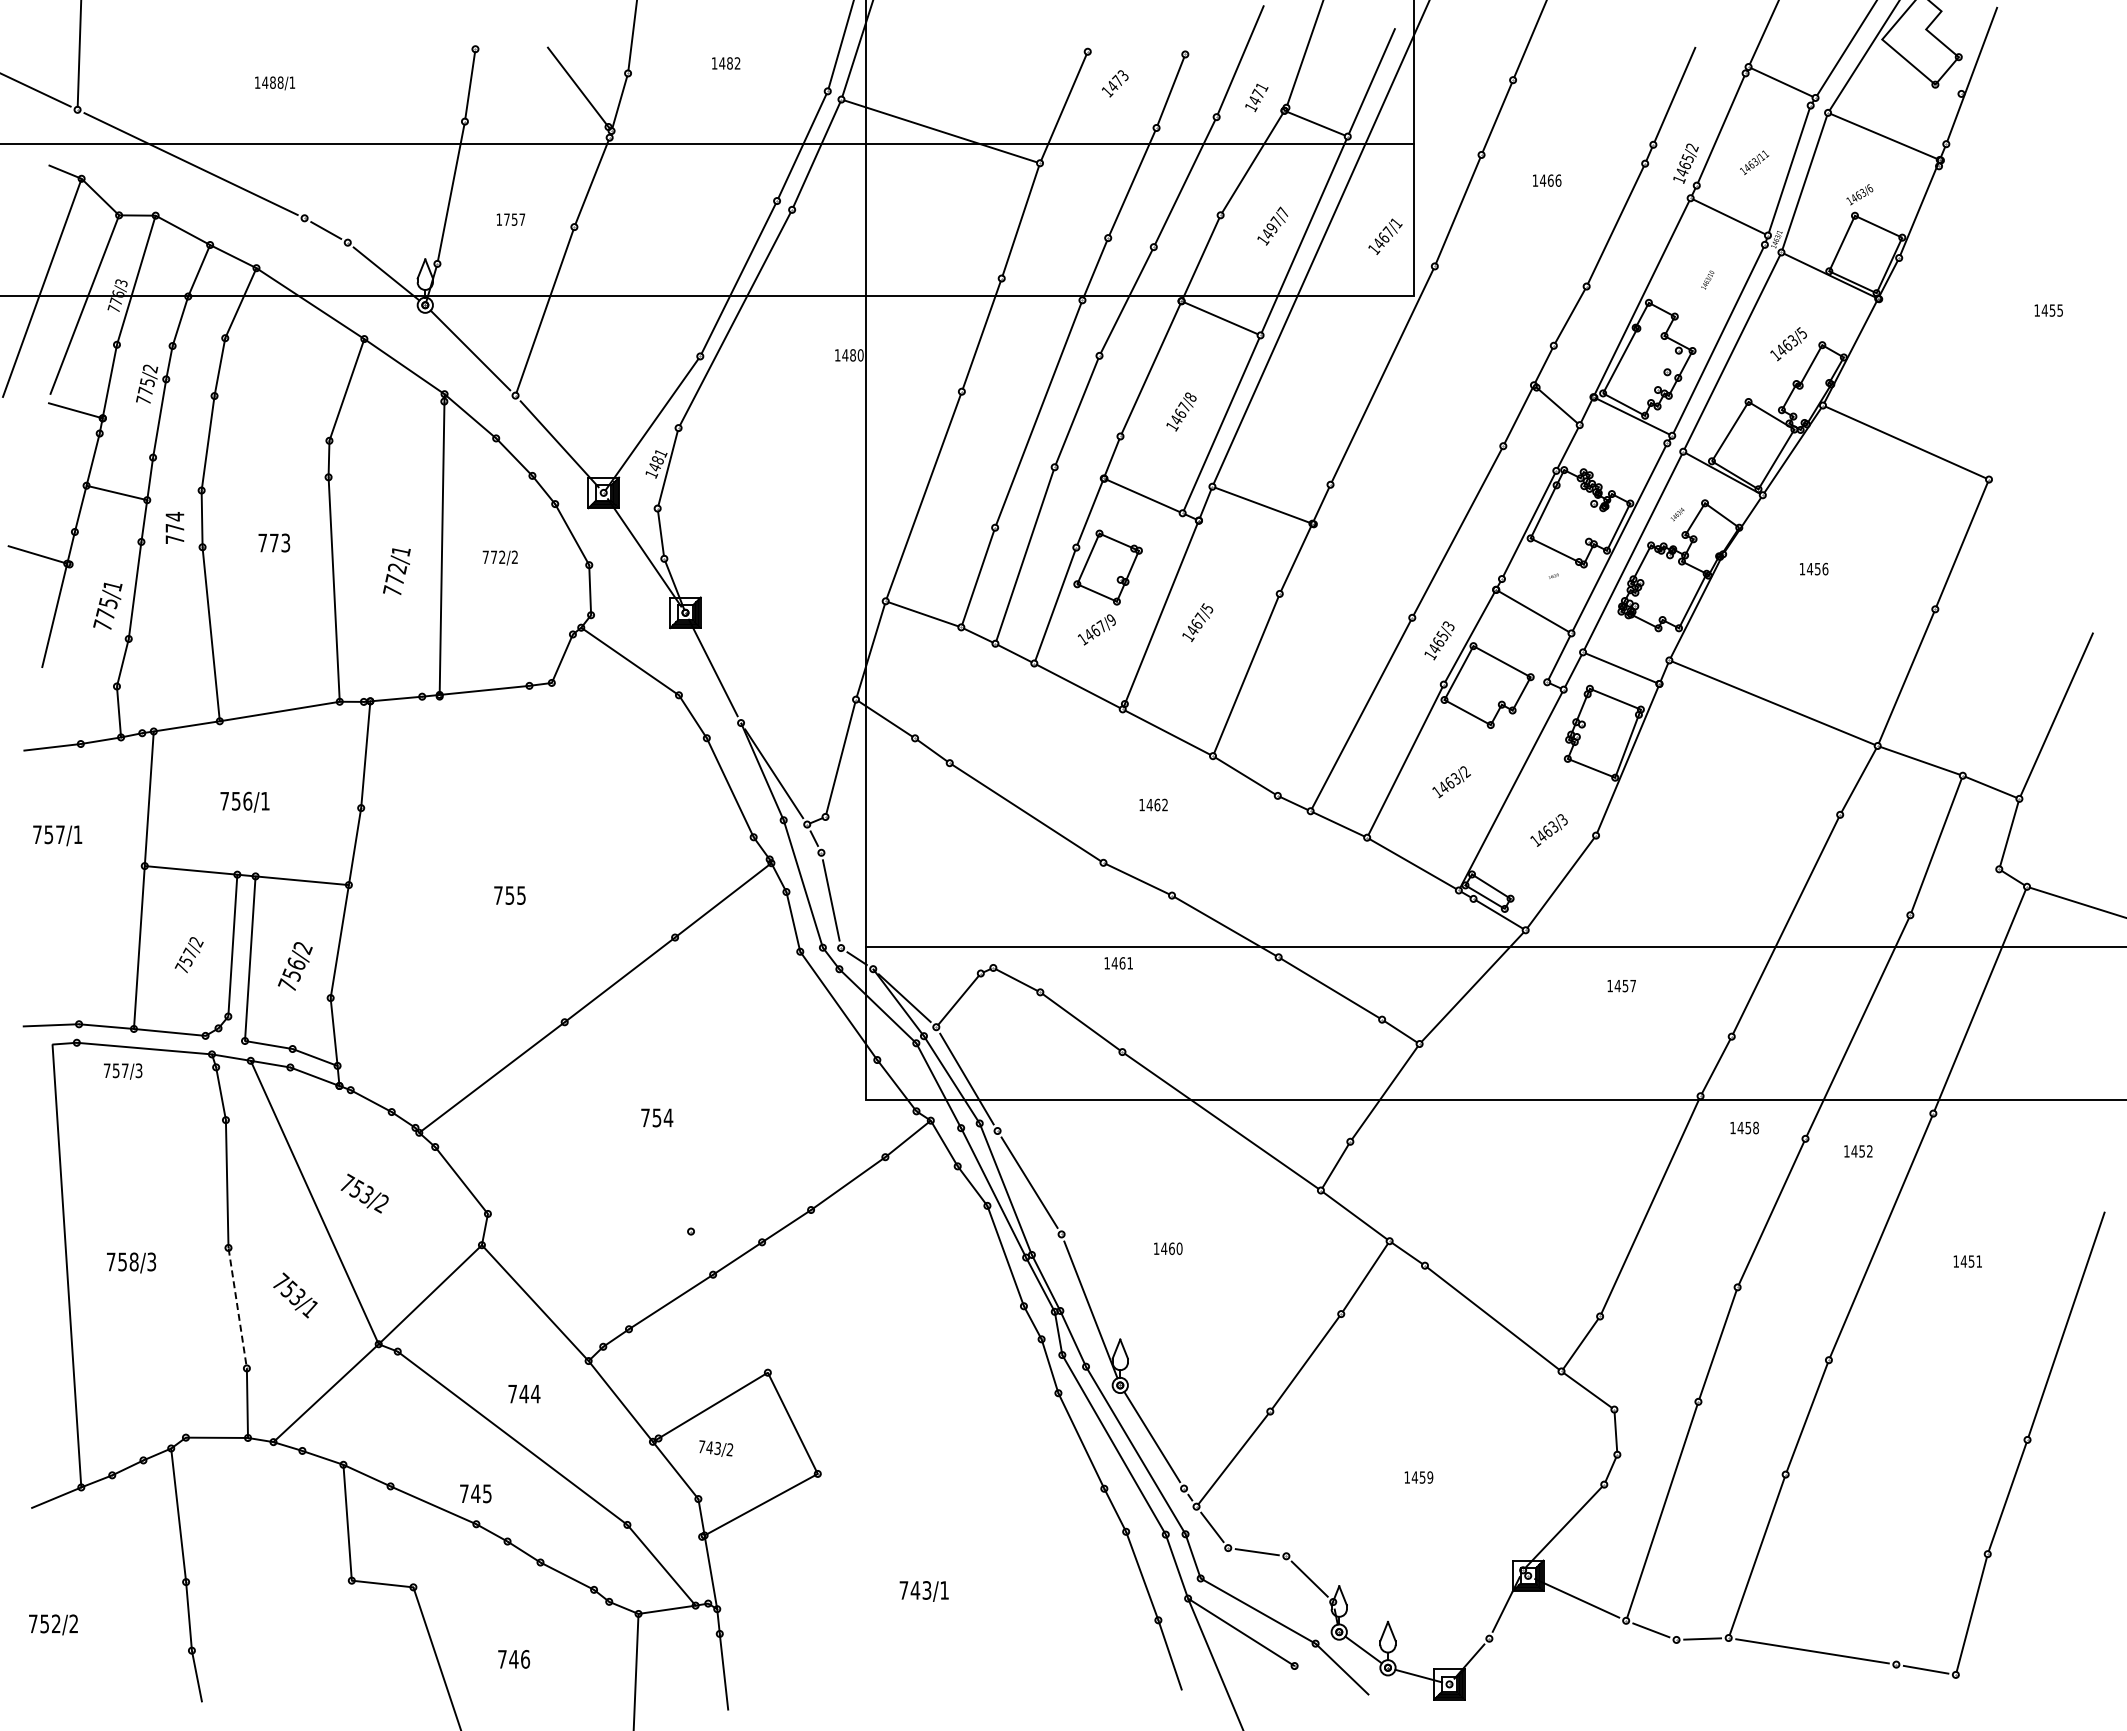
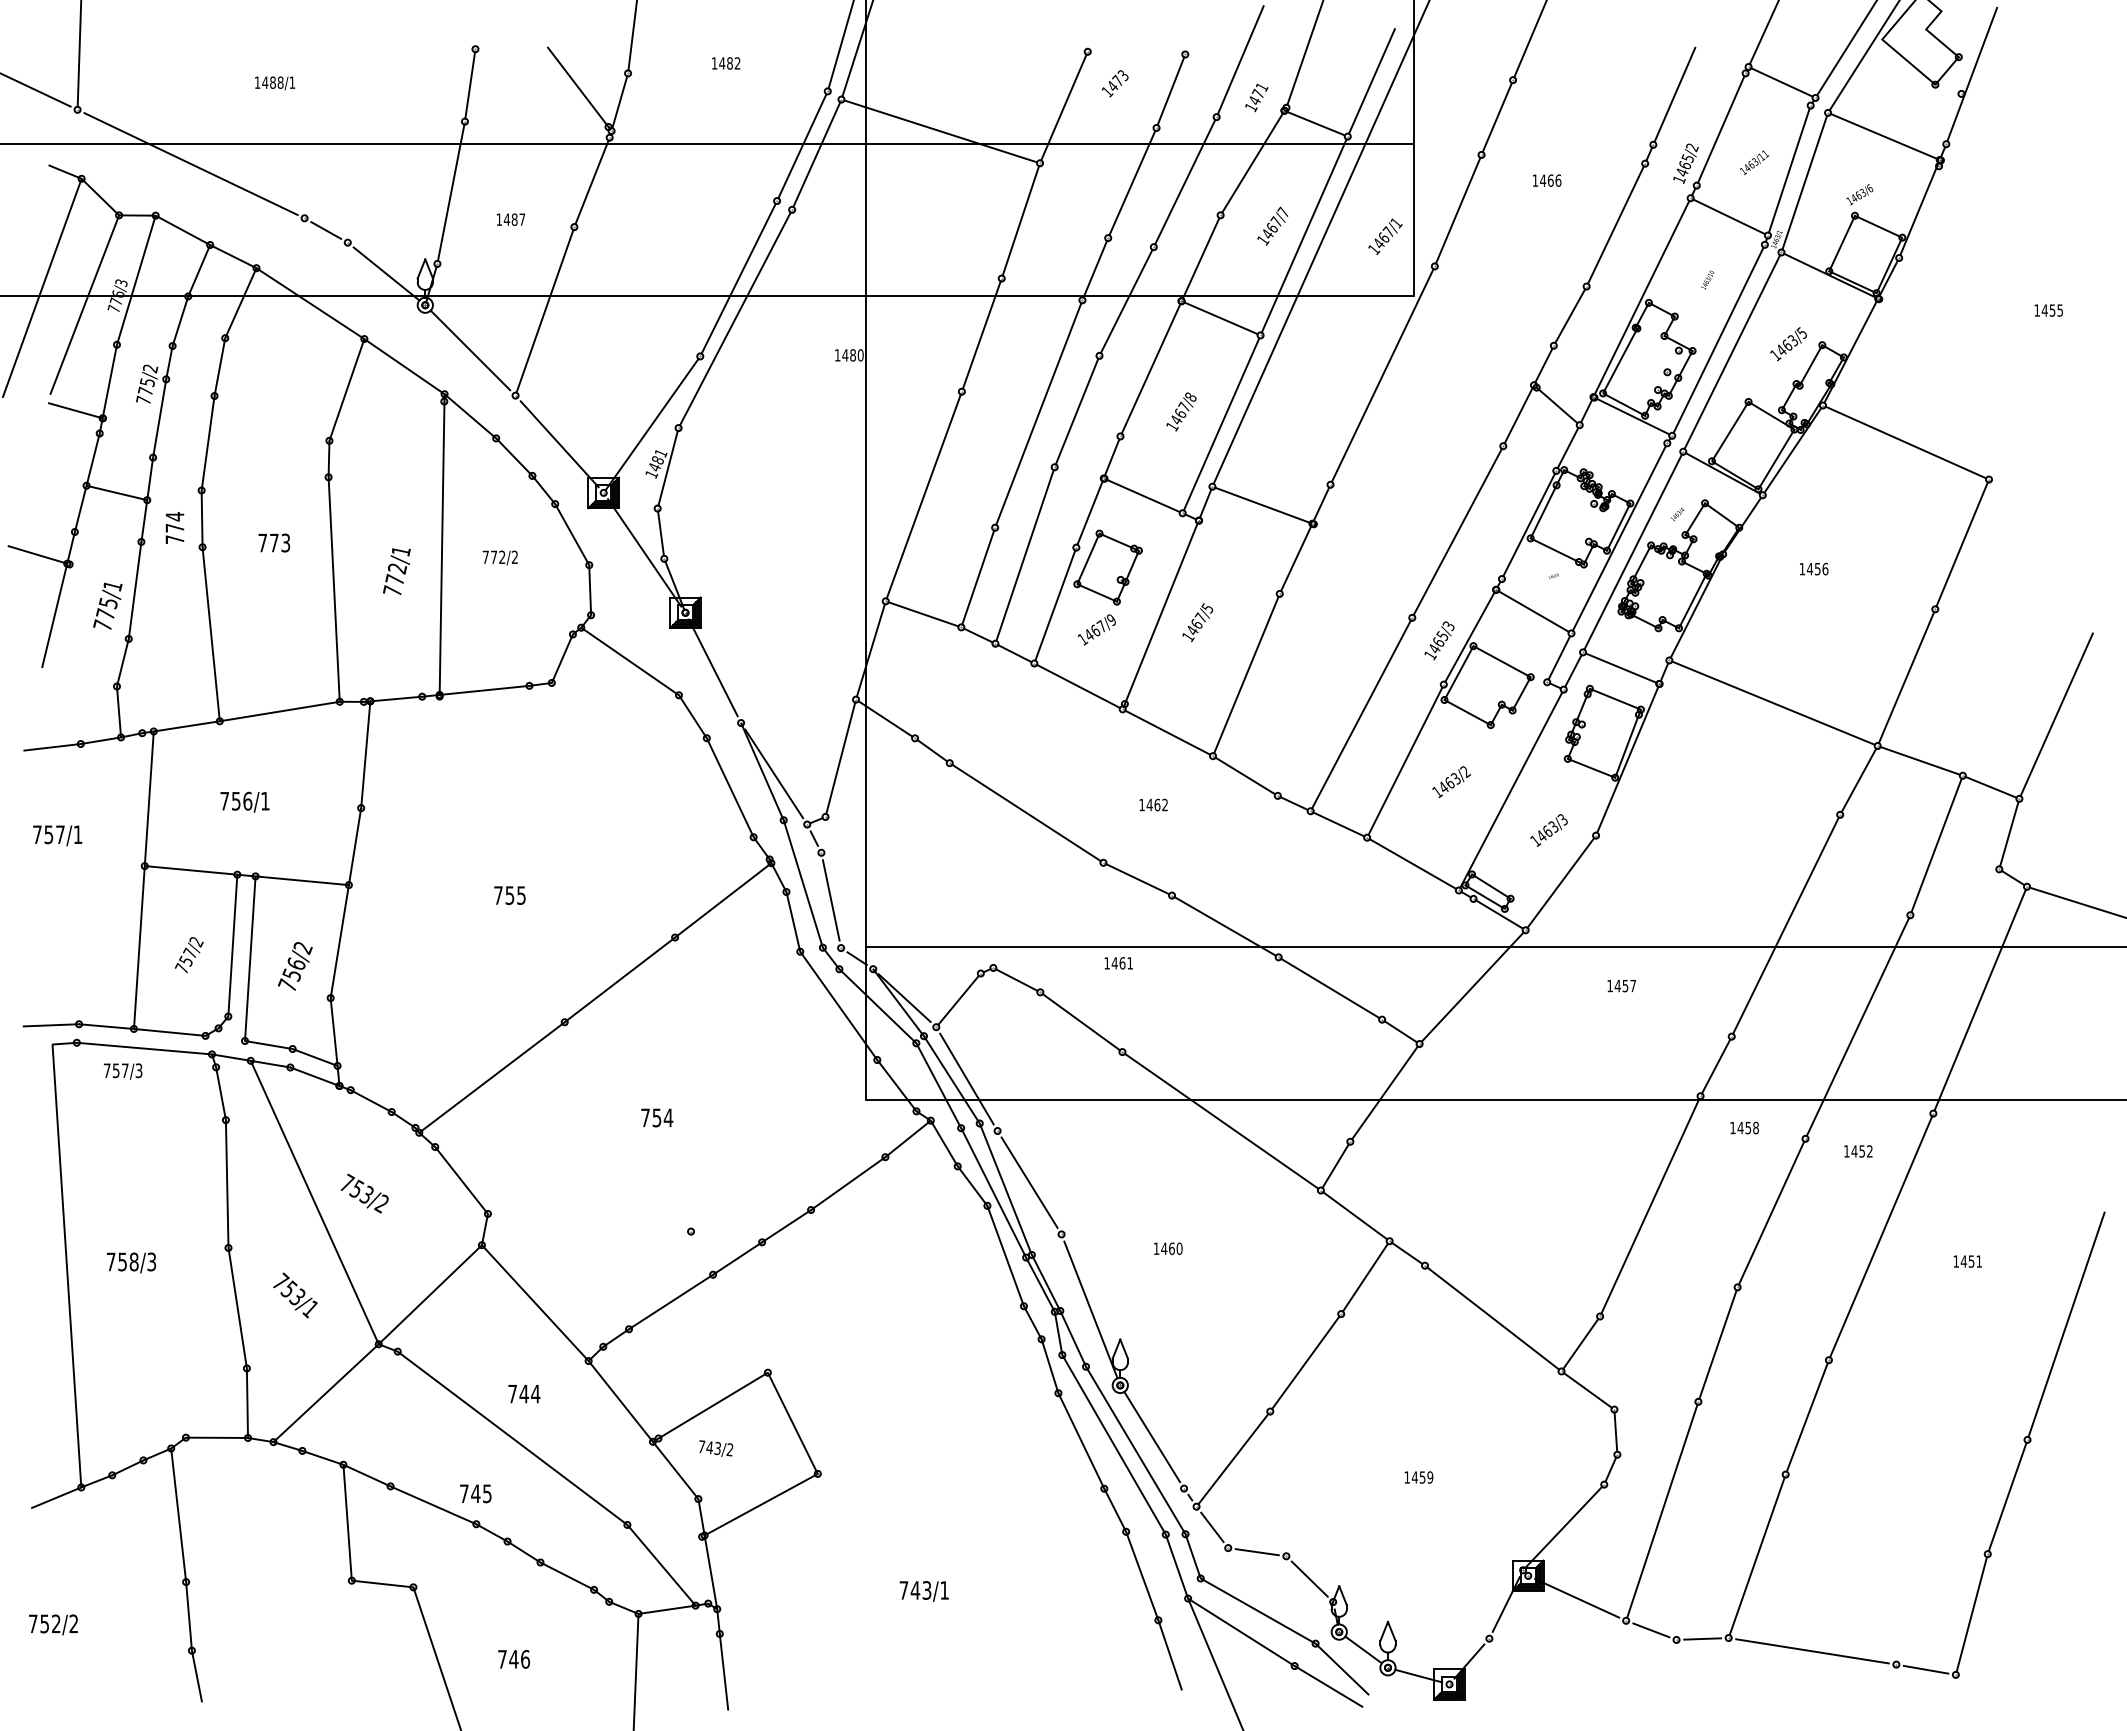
text at (510, 219): 1757 -> 1487
text at (1271, 227): 1497/7 -> 1467/7
line at (237, 1308): dashed -> solid
line at (1328, 1686): none -> present
